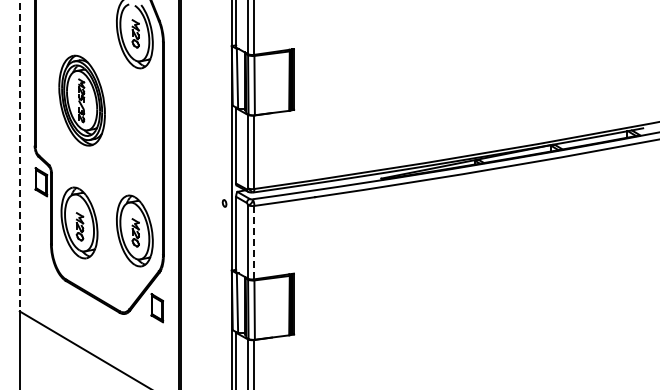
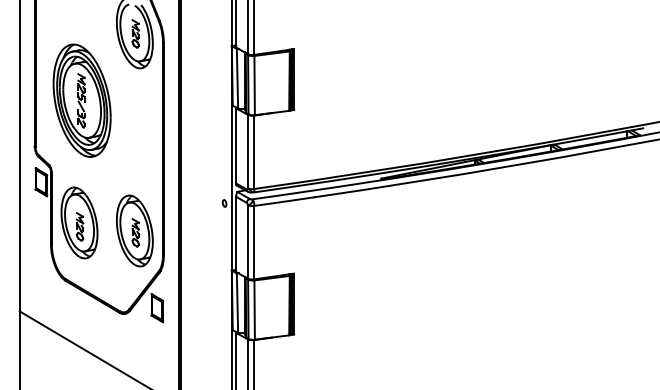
part at (81, 100) size: 48x93 px -> 60x115 px
line at (19, 156): dashed -> solid
line at (254, 242): dashed -> solid
